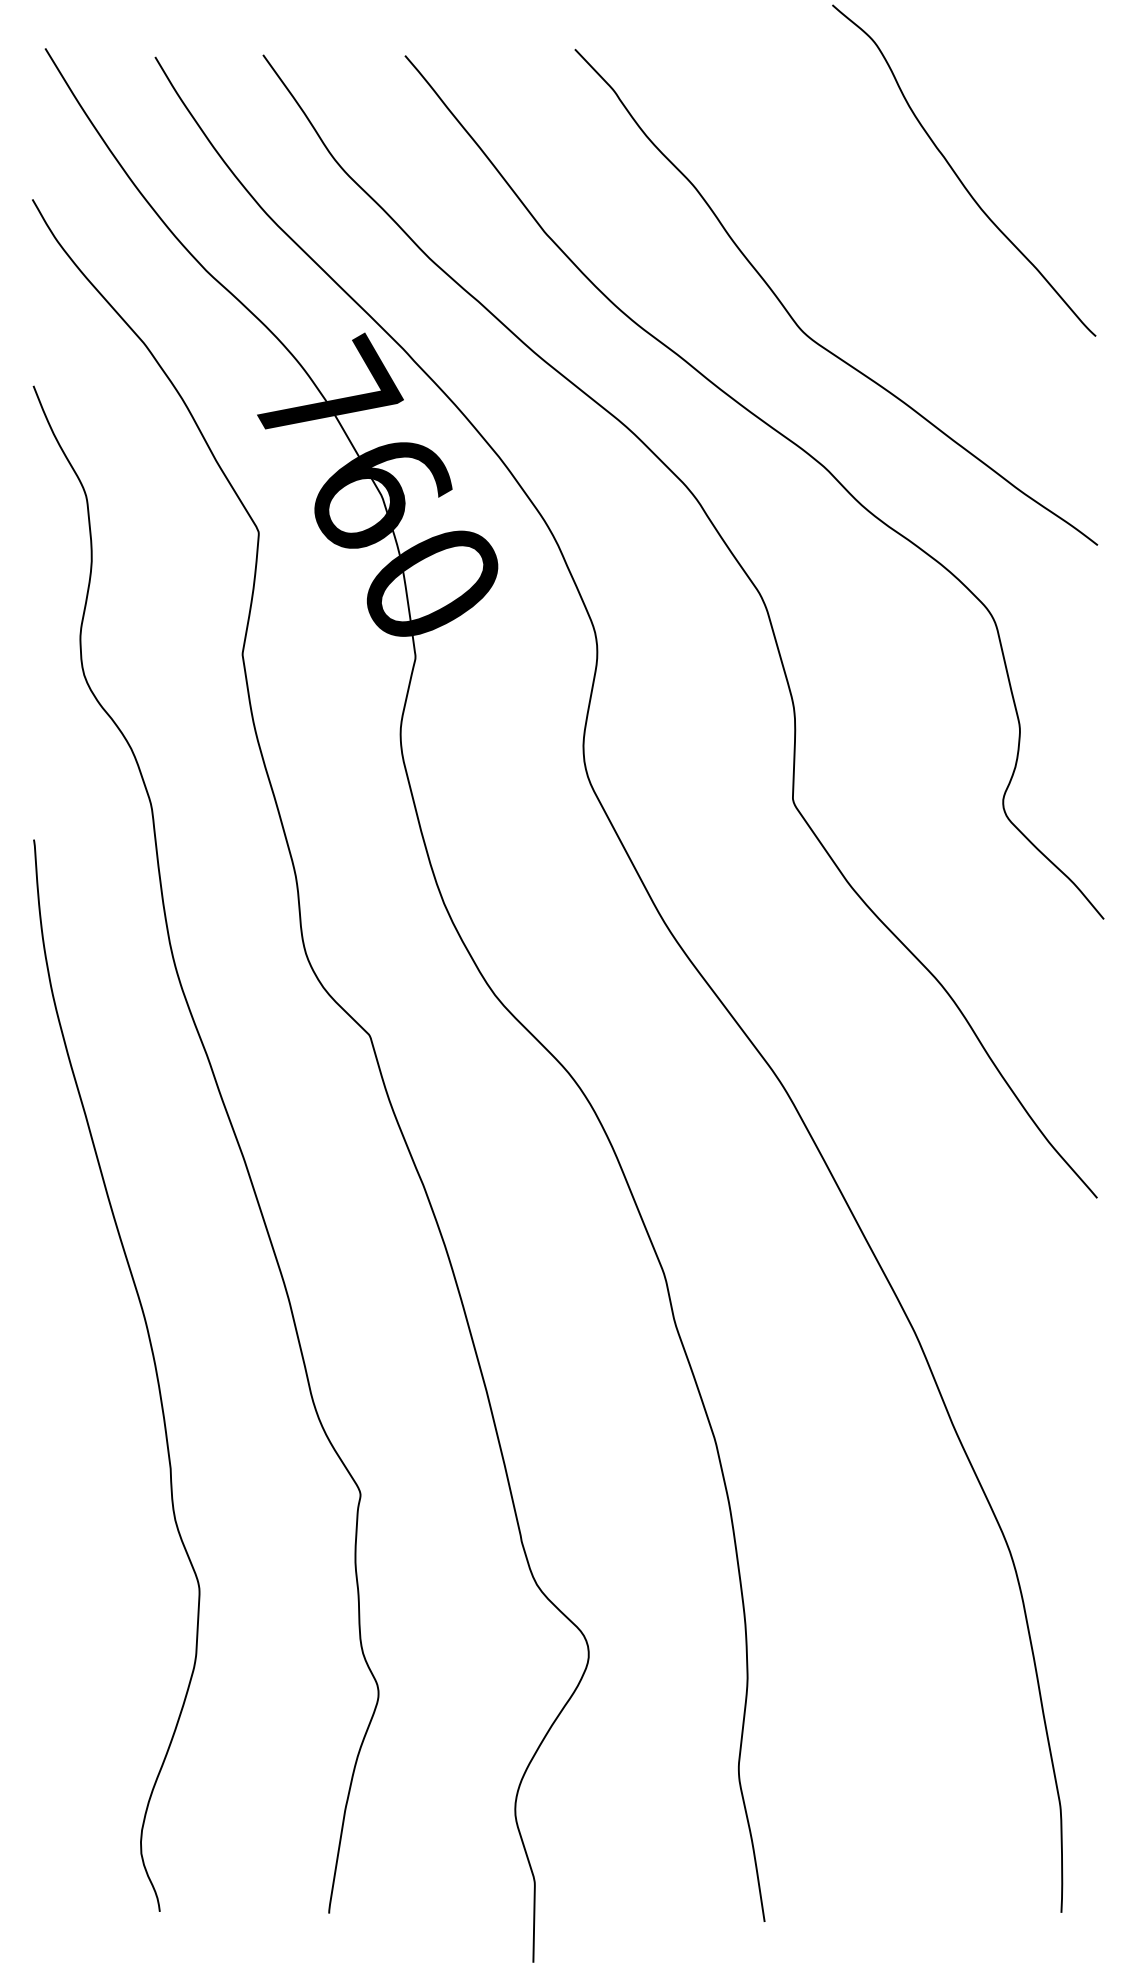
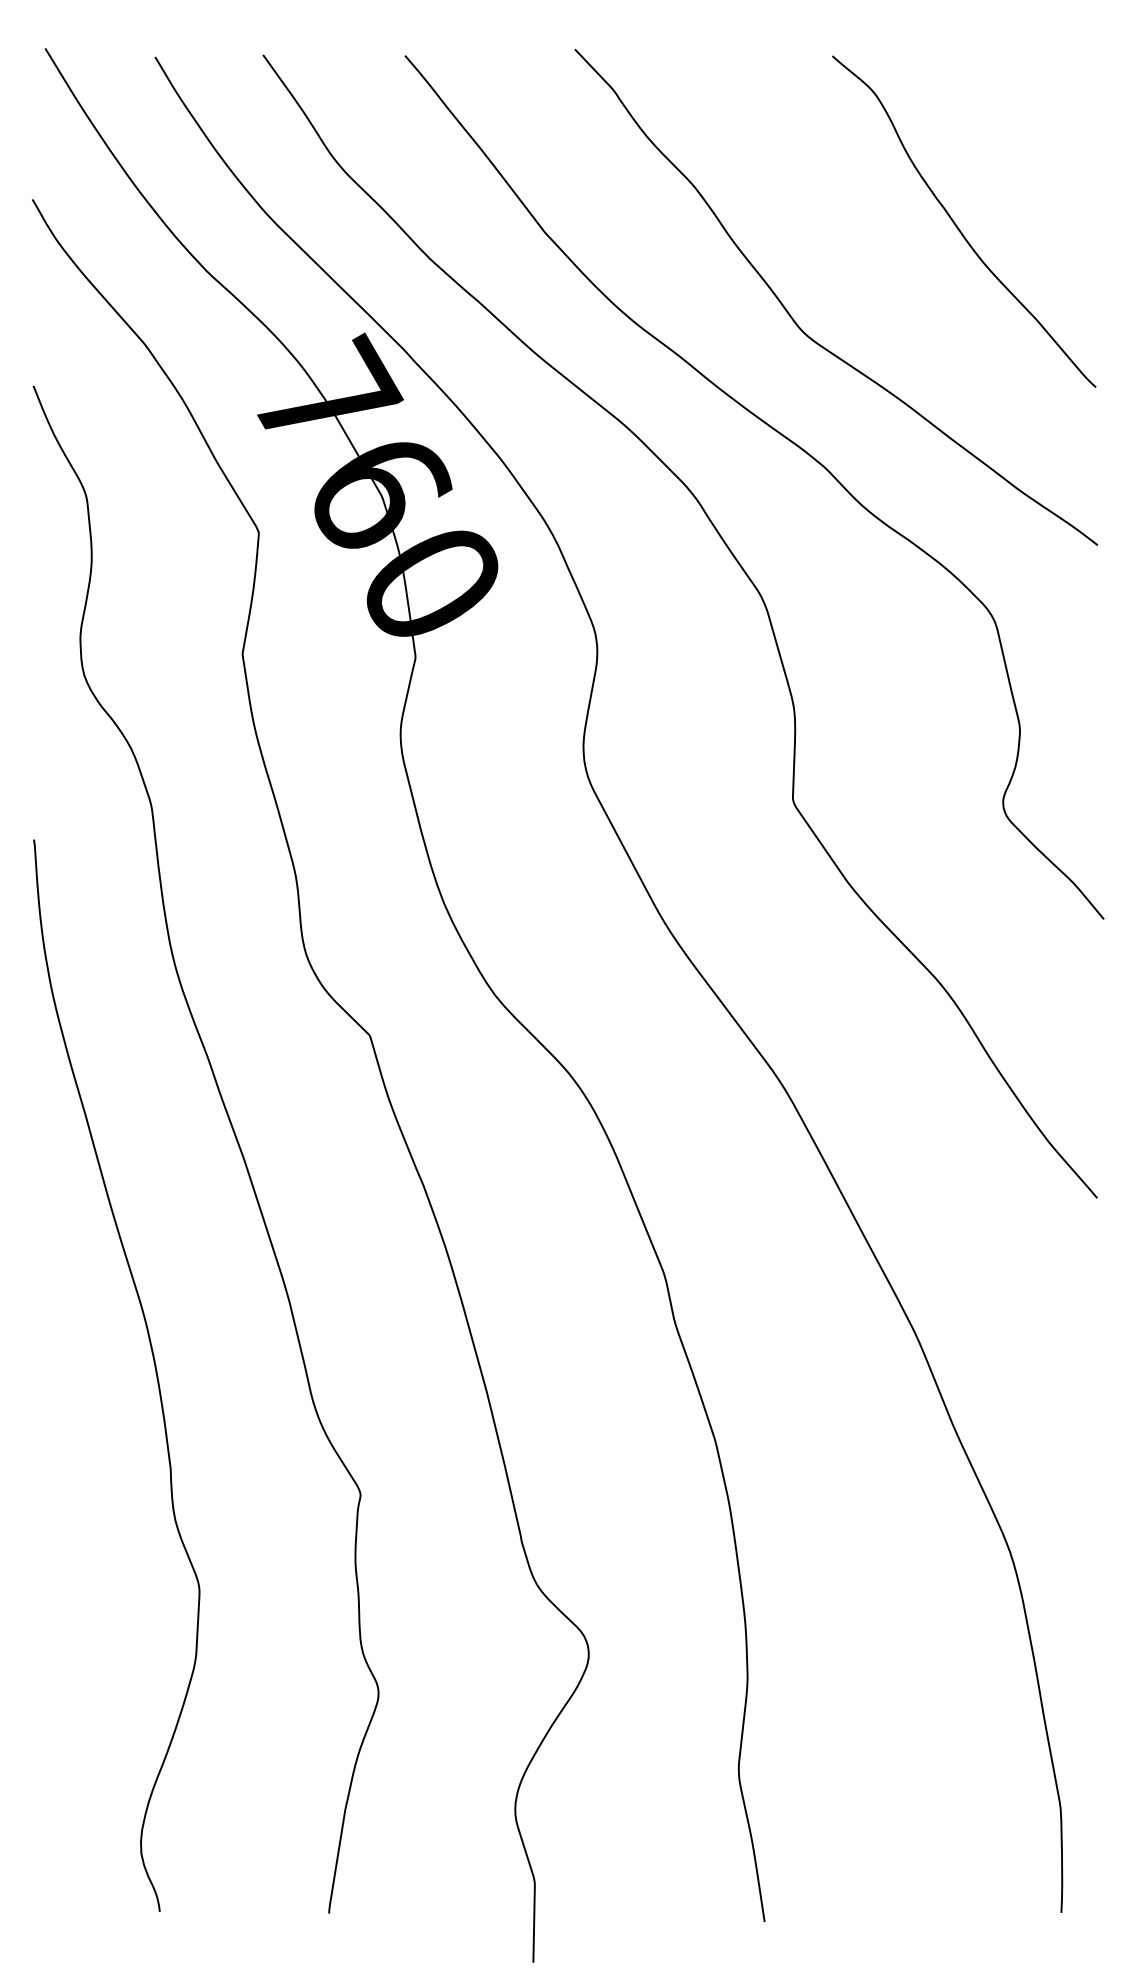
curve at (957, 174) position: (957, 174) -> (957, 225)
